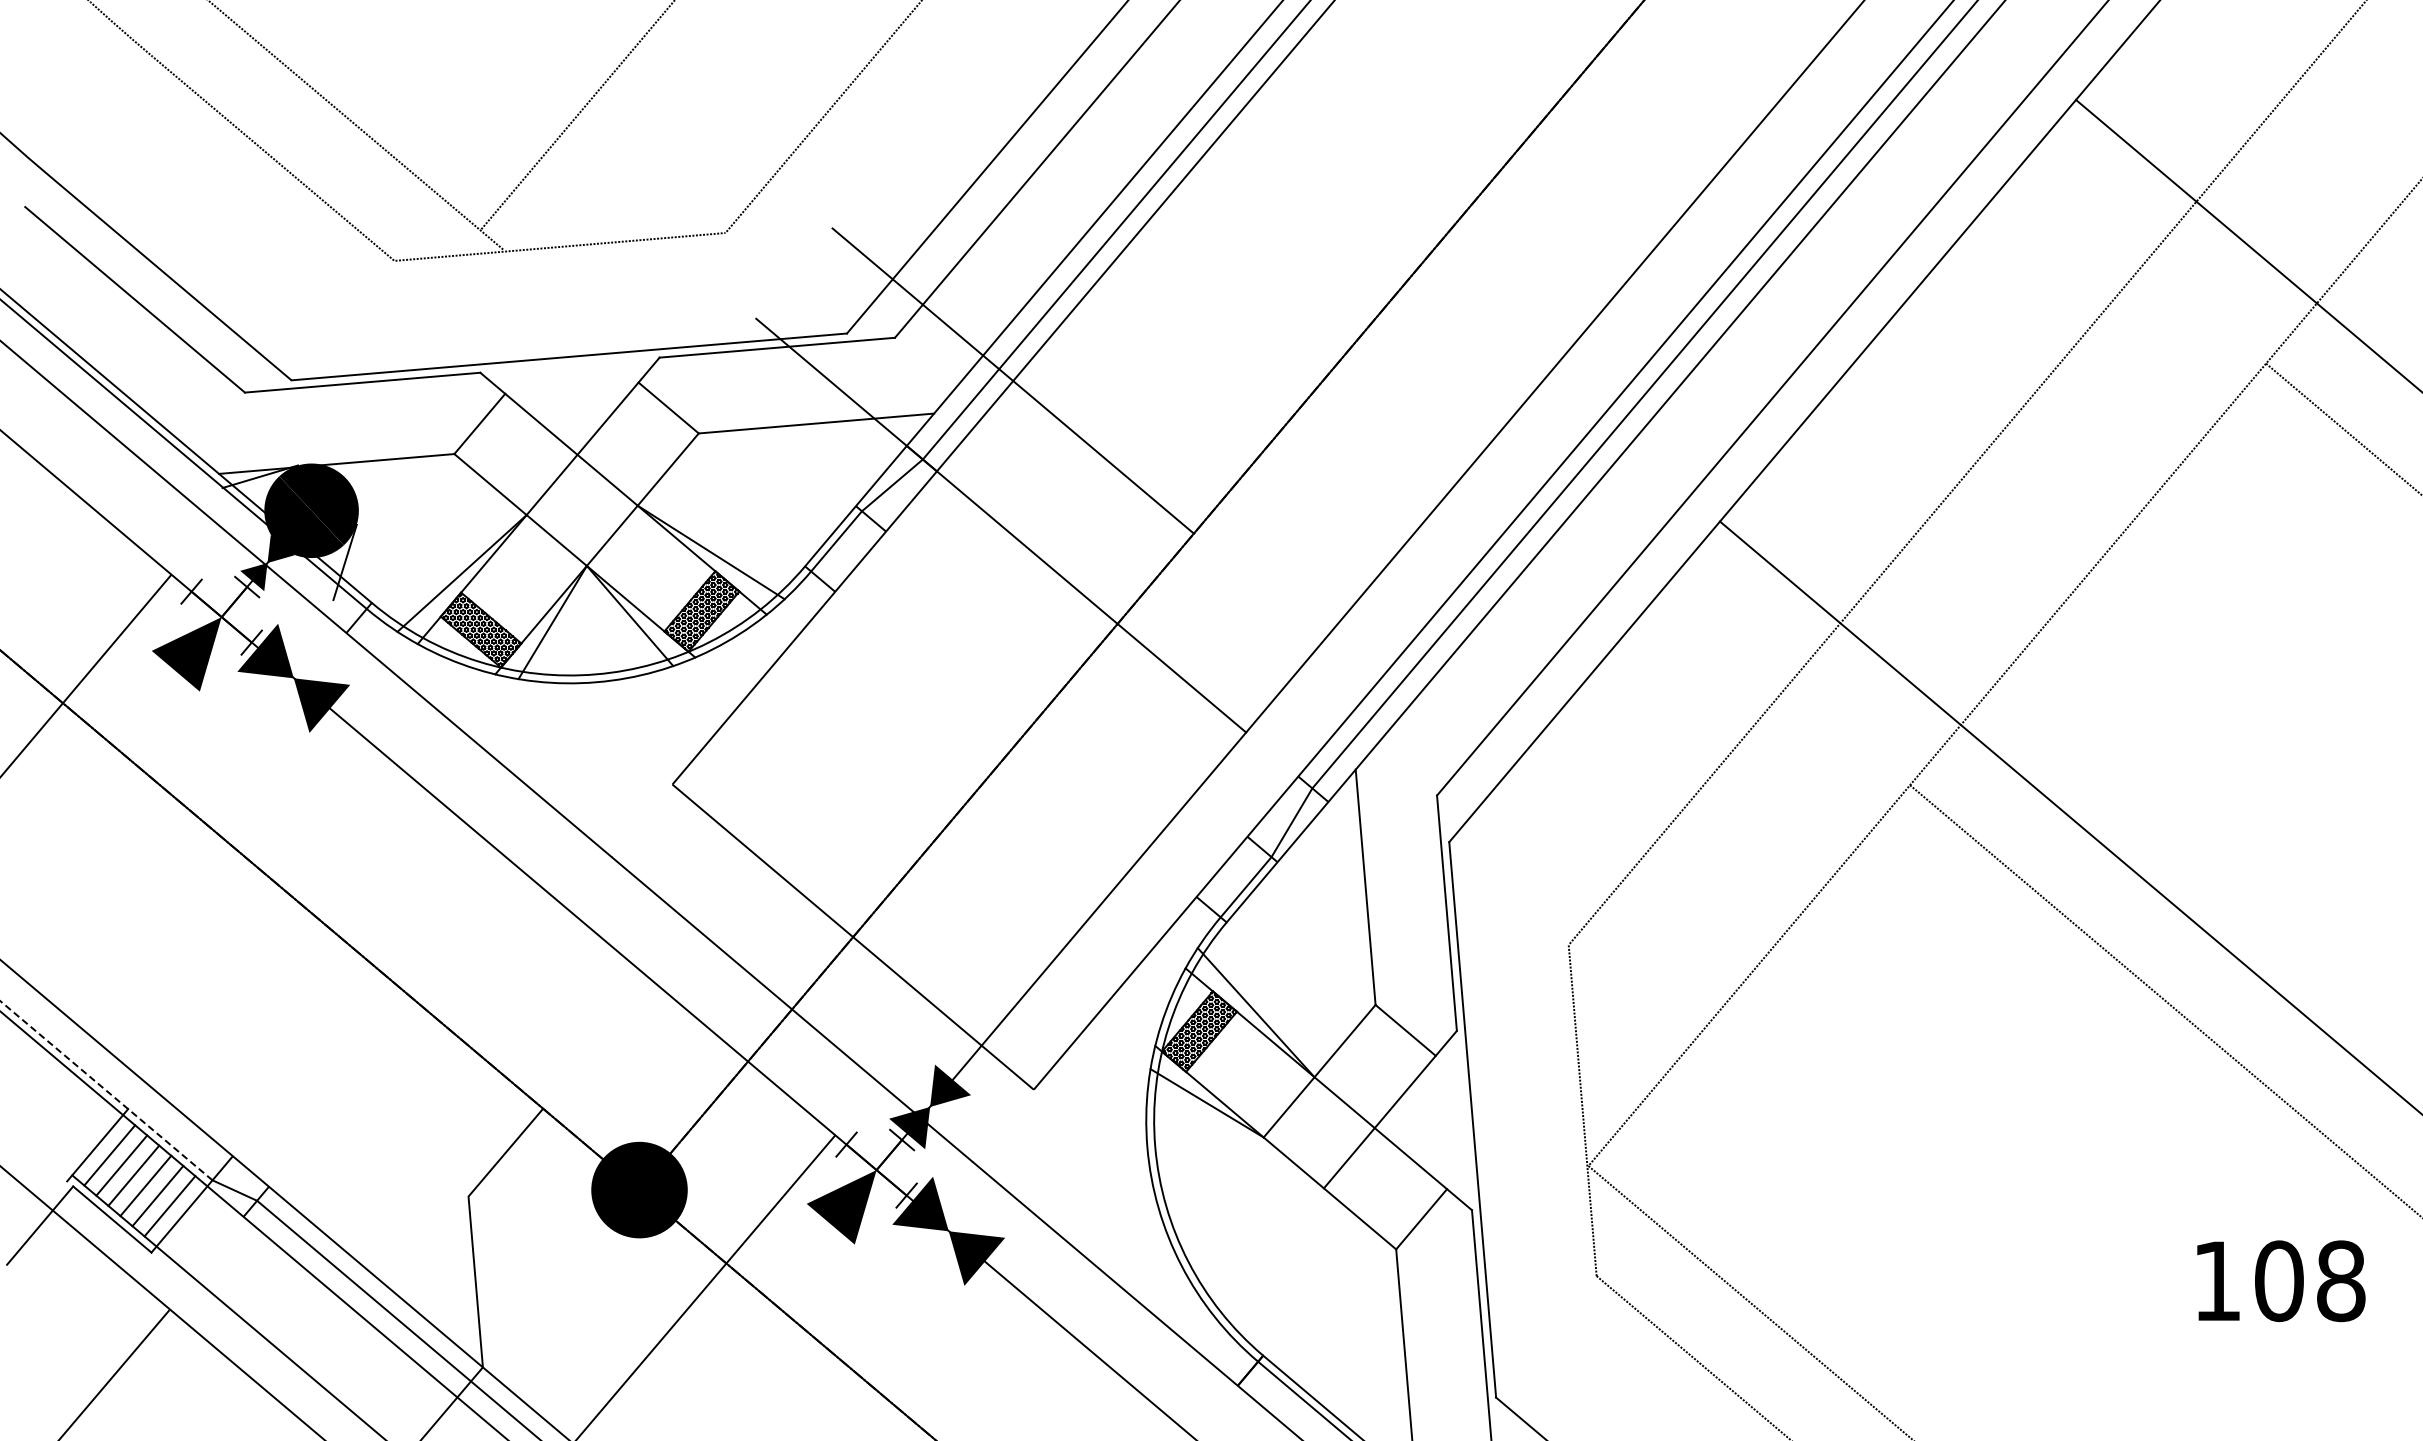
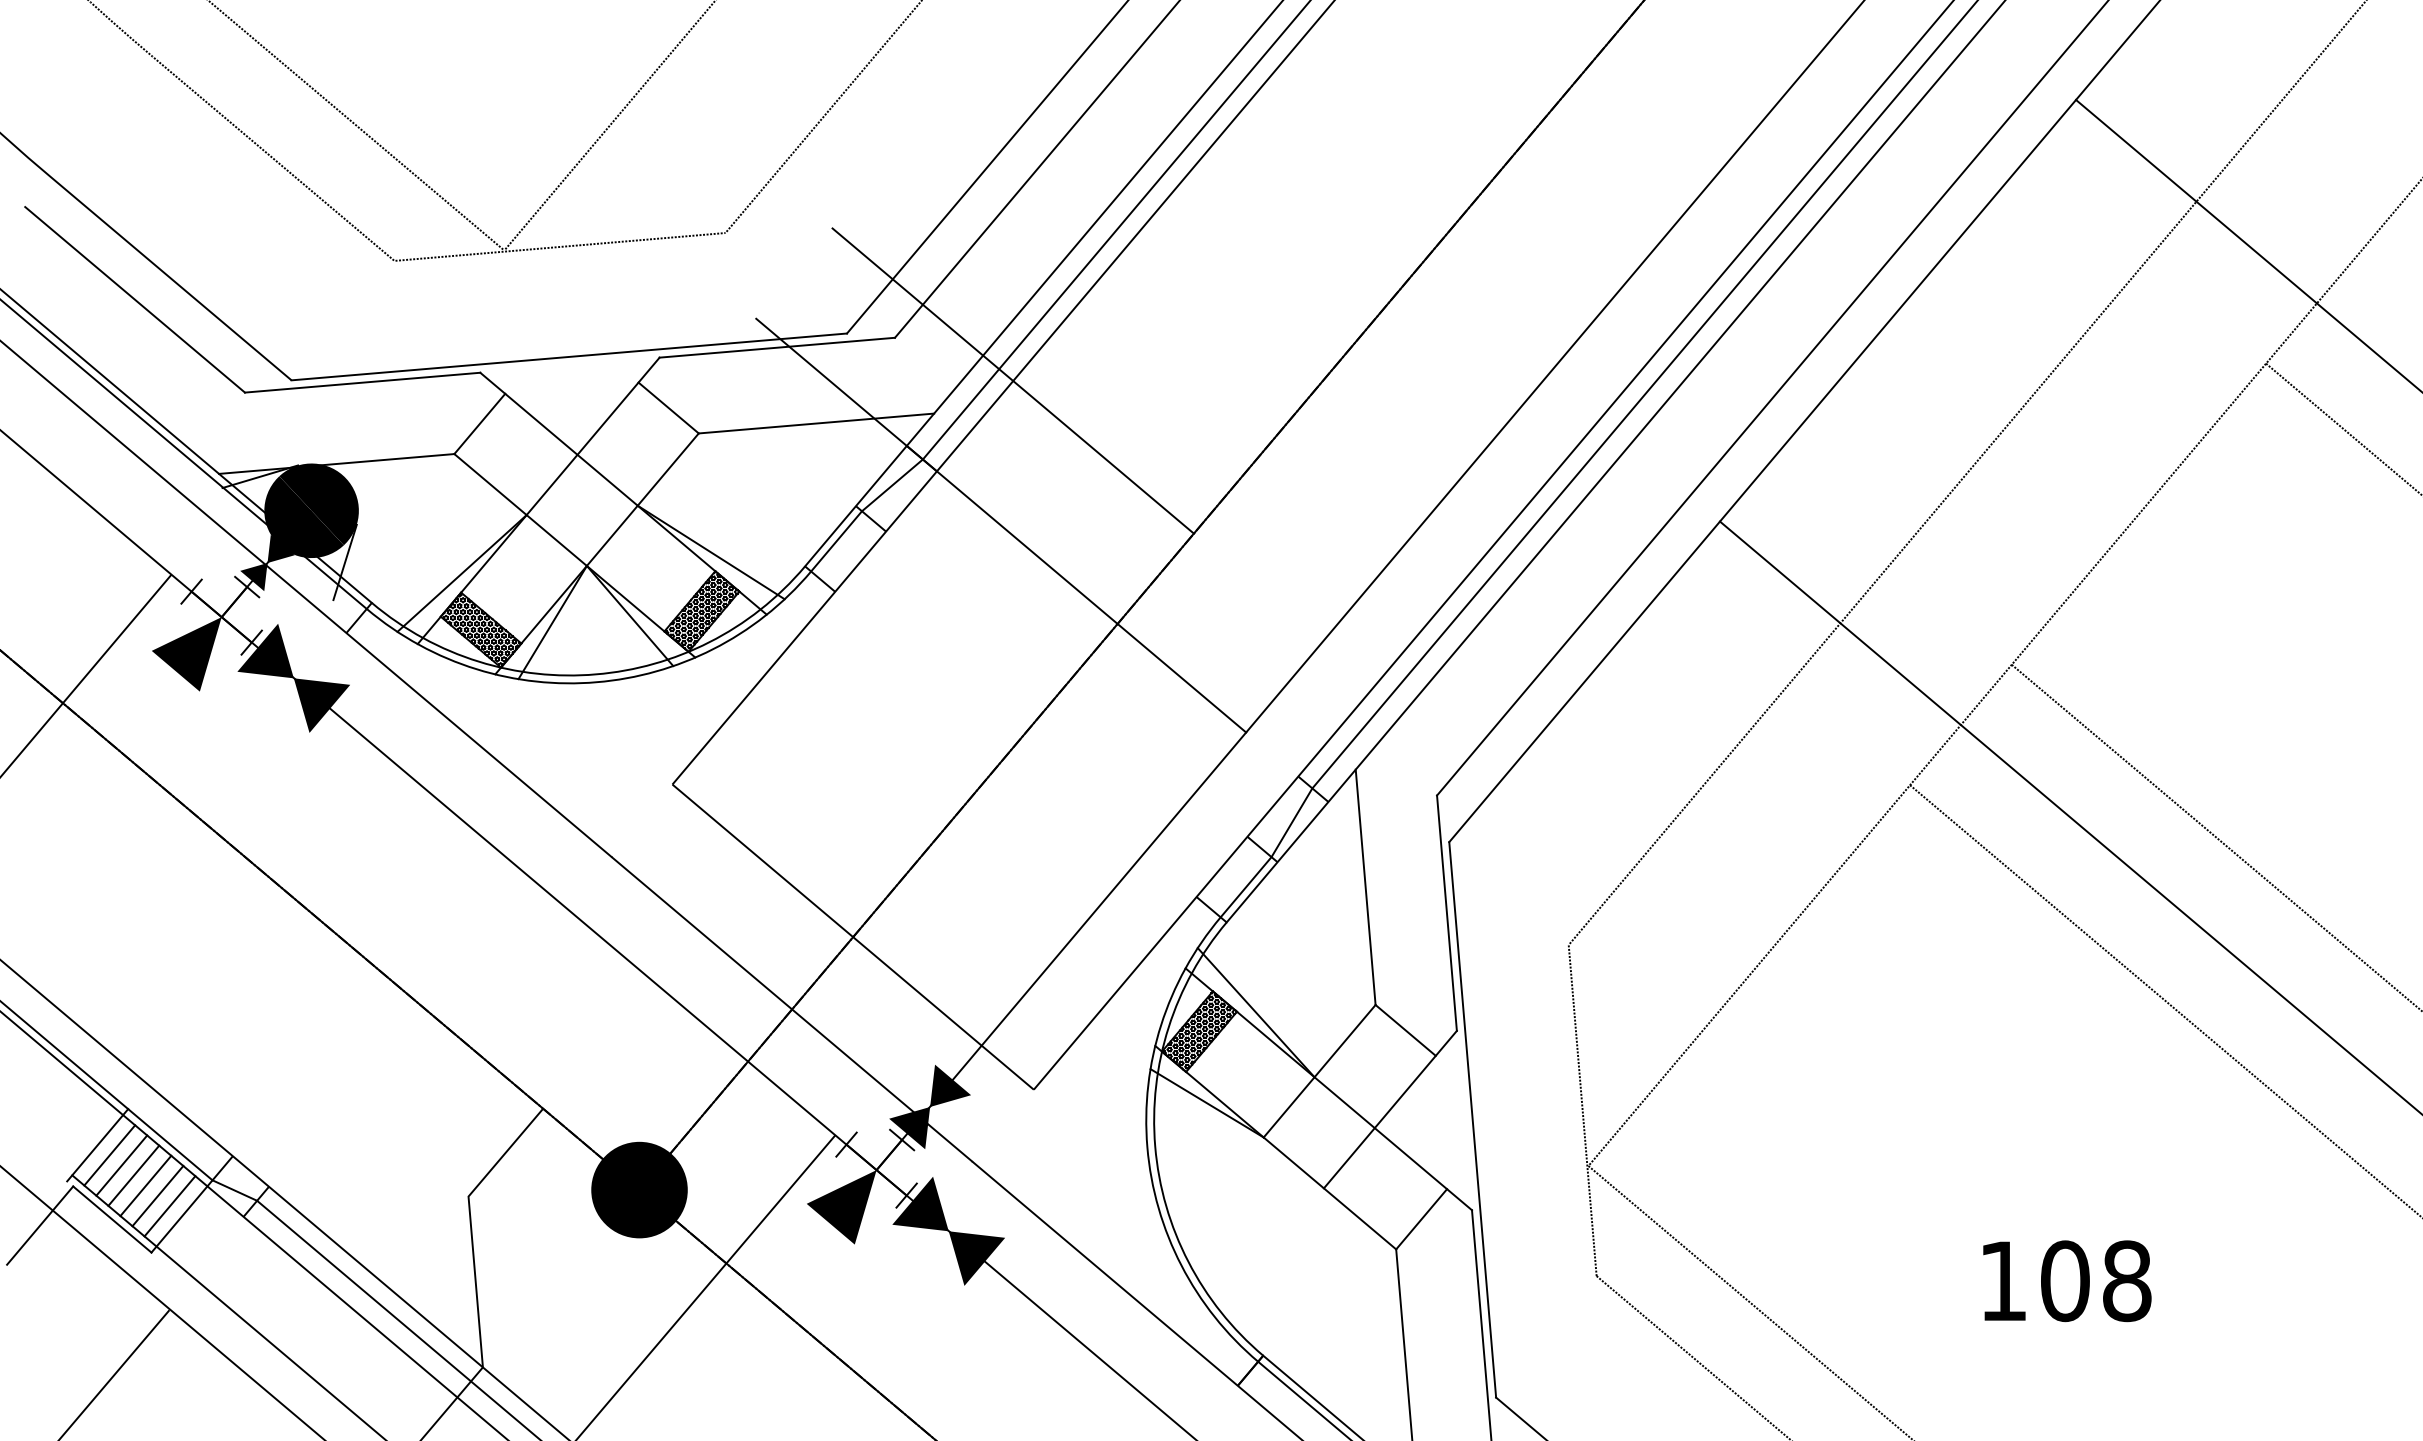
line at (576, 116) position: (576, 116) -> (609, 126)
line at (2215, 836): none -> present
line at (106, 1090): dashed -> solid
text at (2281, 1281) position: (2281, 1281) -> (2067, 1281)
